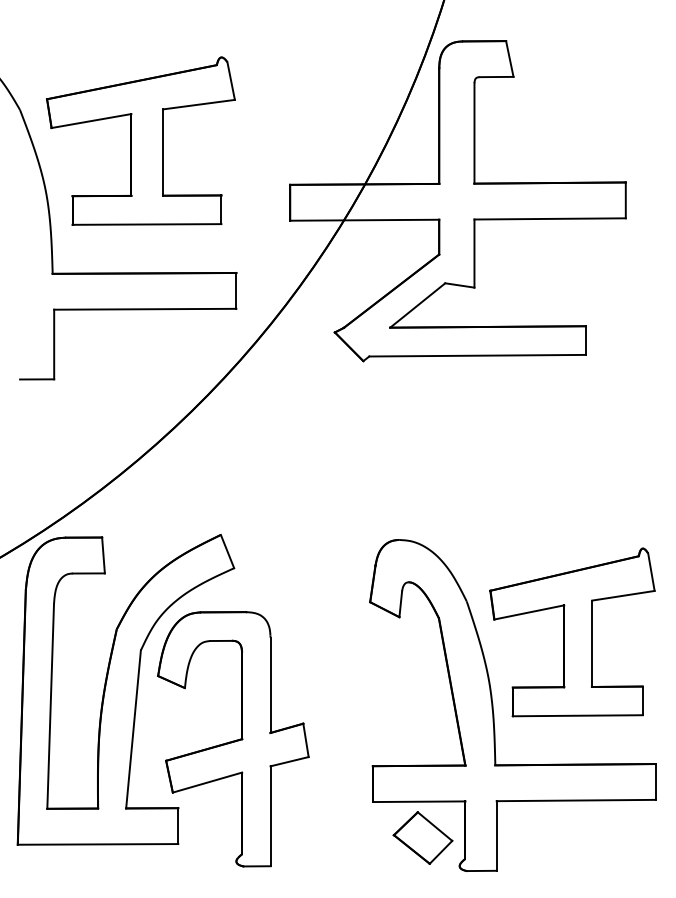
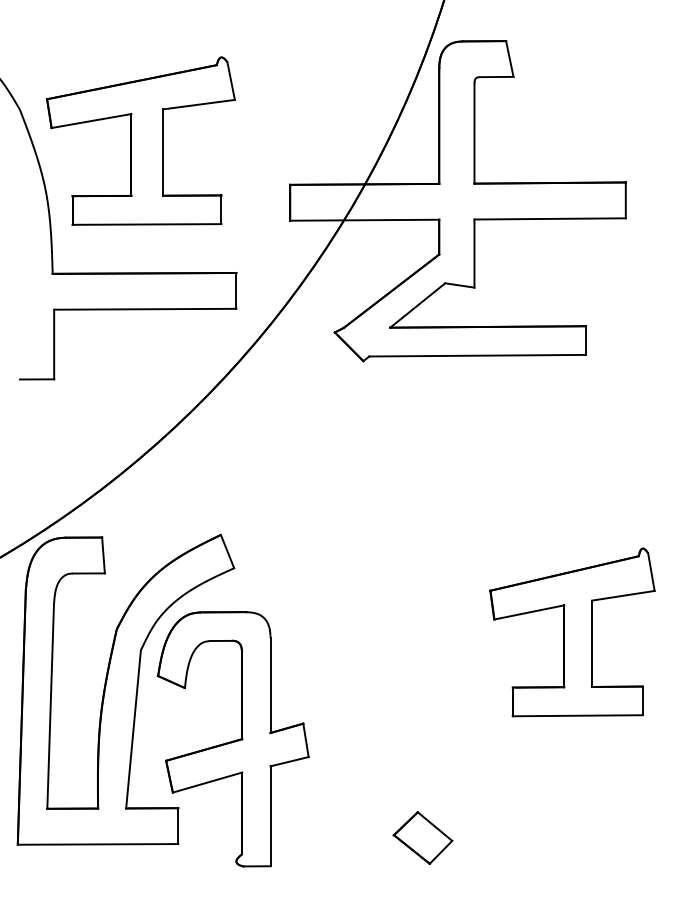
part at (493, 705): present -> none
